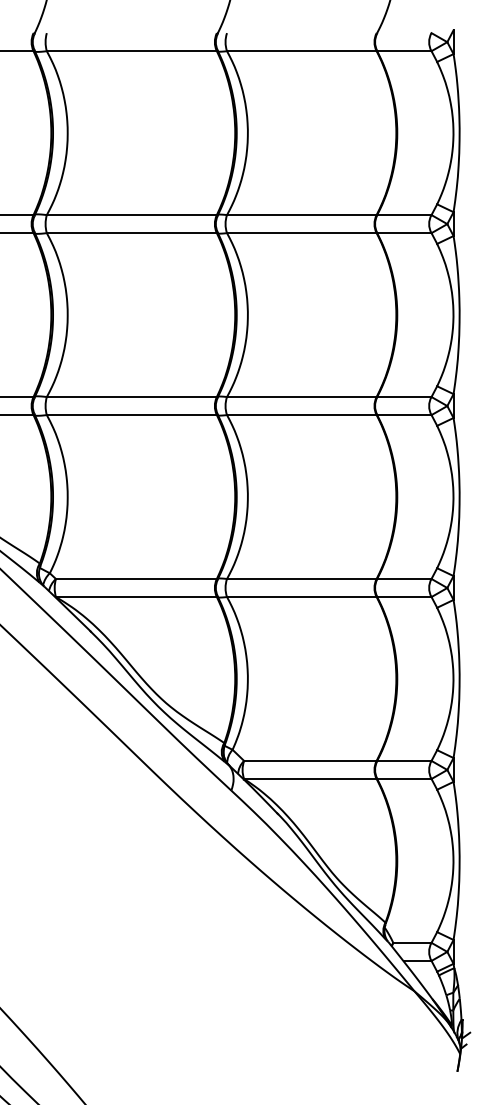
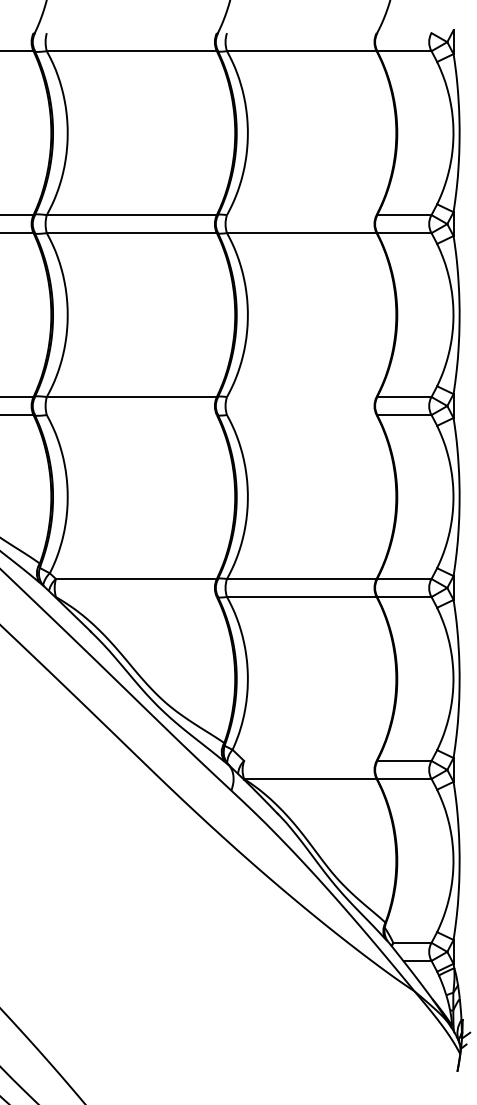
line at (301, 215): present -> none
line at (301, 397): present -> none
line at (131, 415): present -> none
line at (301, 415): present -> none
line at (135, 597): present -> none
line at (310, 760): present -> none
